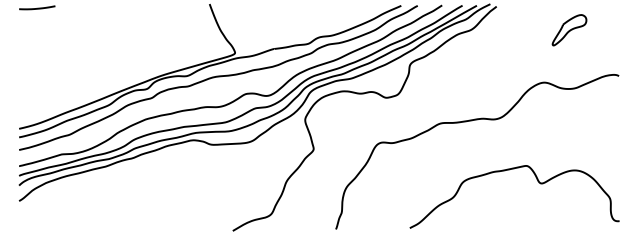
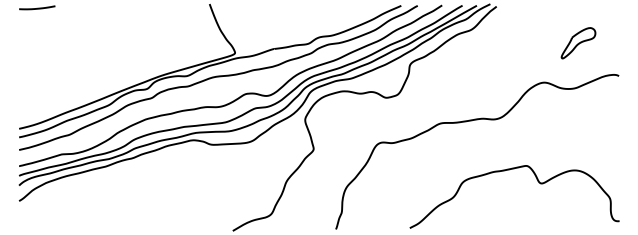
part at (569, 30) position: (569, 30) -> (578, 43)
